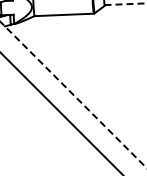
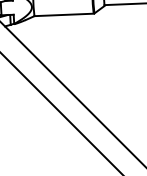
line at (125, 4): dashed -> solid
line at (73, 94): dashed -> solid
